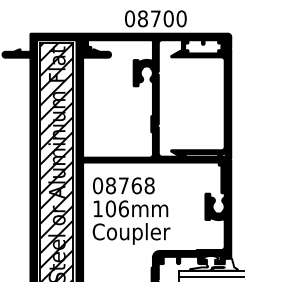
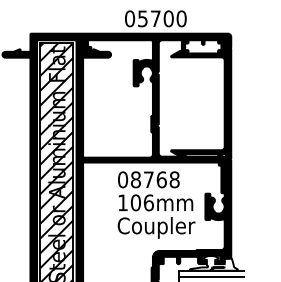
text at (142, 18): 08700 -> 05700
text at (131, 210) position: (131, 210) -> (156, 204)
